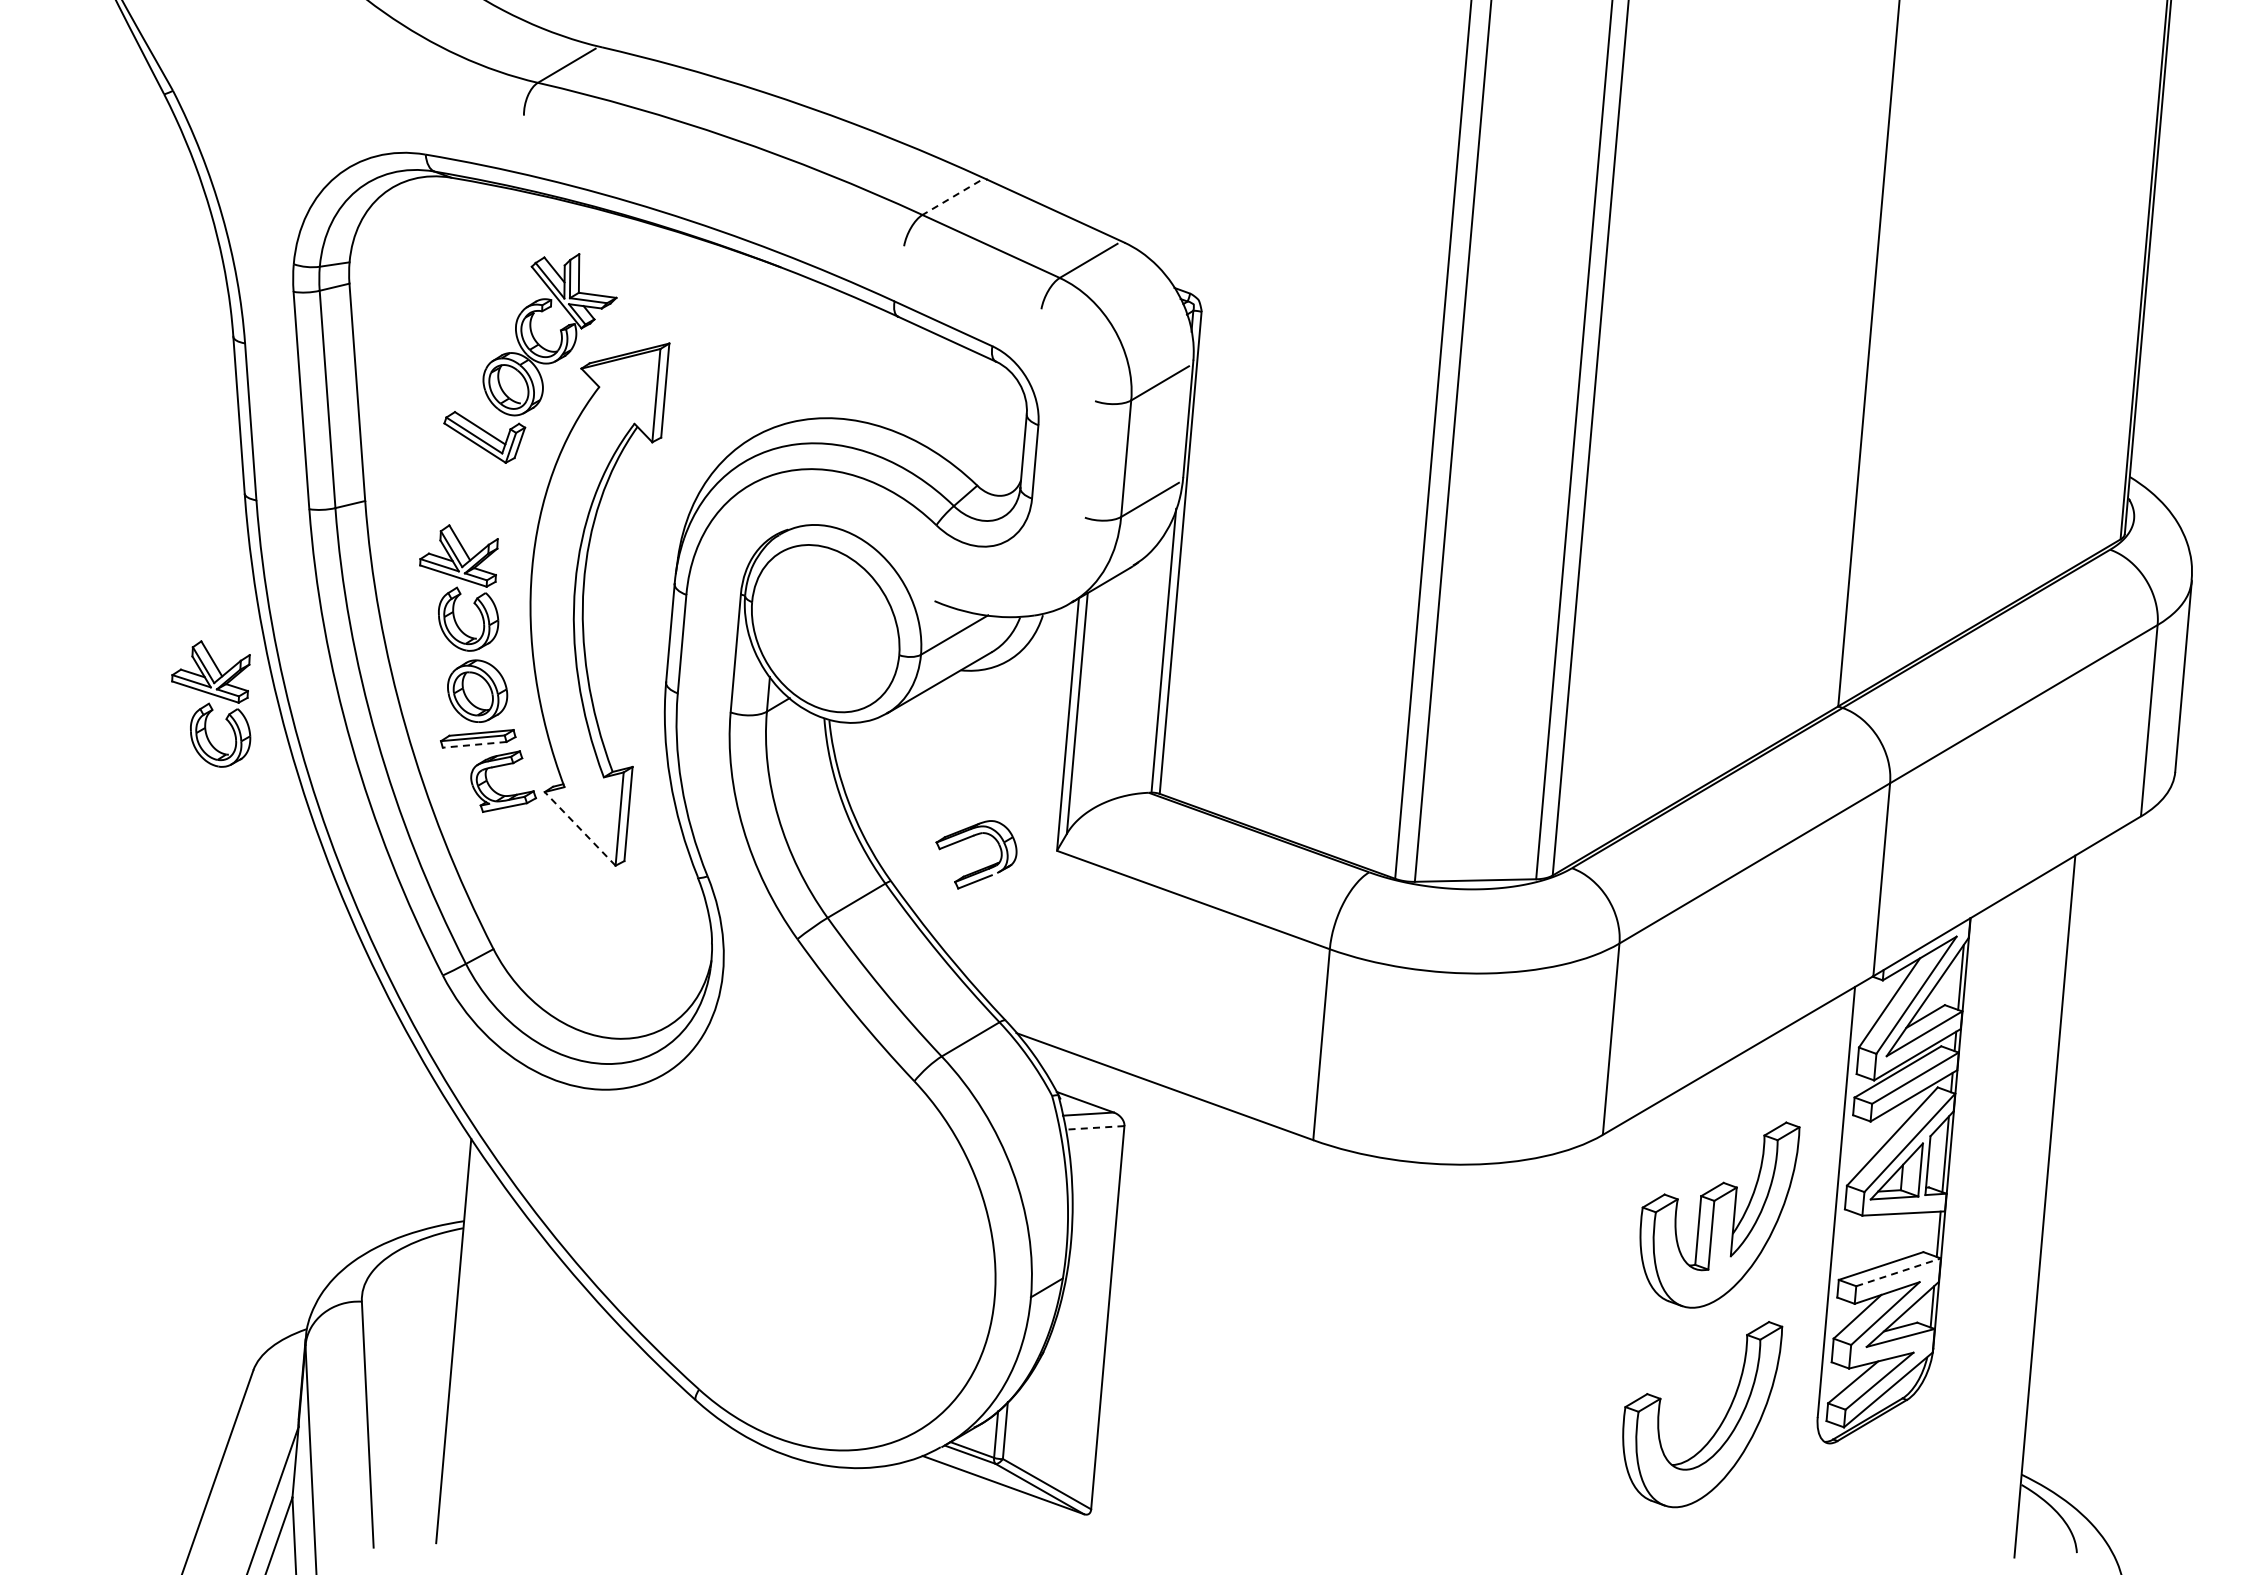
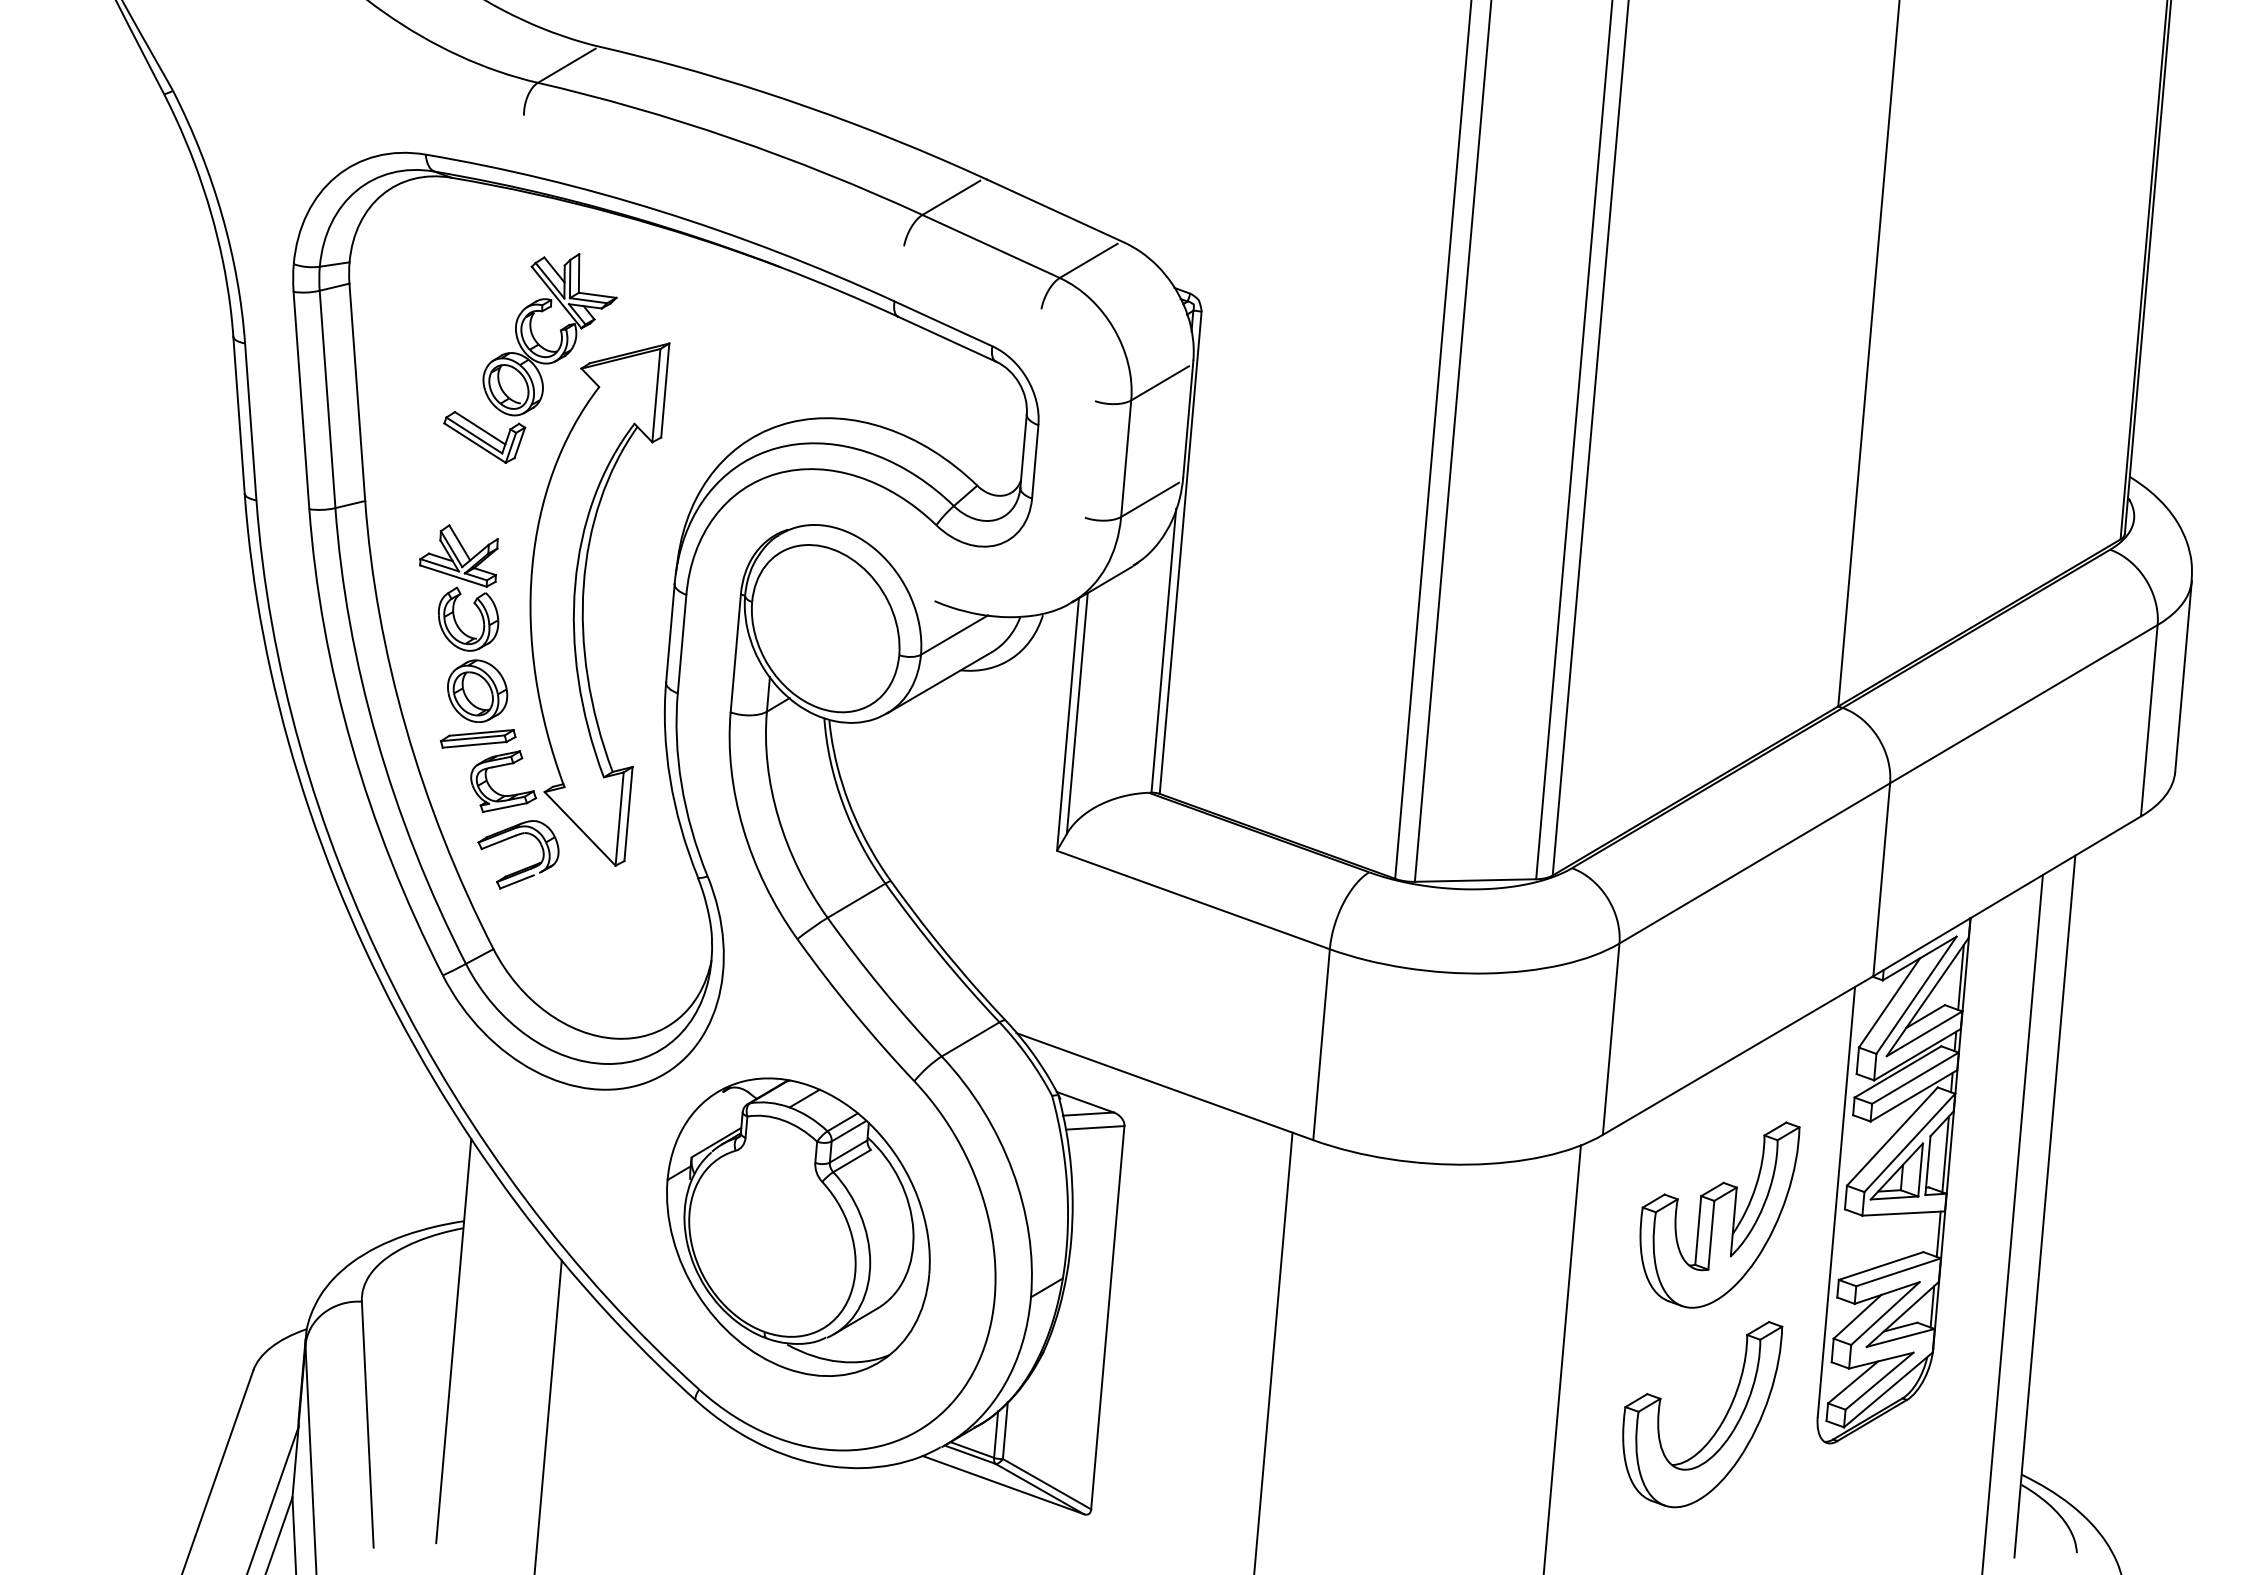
line at (951, 197): dashed -> solid
part at (211, 703): present -> none
line at (474, 744): dashed -> solid
line at (579, 828): dashed -> solid
part at (983, 867) position: (983, 867) -> (525, 867)
line at (1094, 1127): dashed -> solid
line at (2012, 1223): none -> present
part at (798, 1226): none -> present
line at (1898, 1272): dashed -> solid
line at (1273, 1351): none -> present
line at (1561, 1358): none -> present
line at (547, 1415): none -> present
